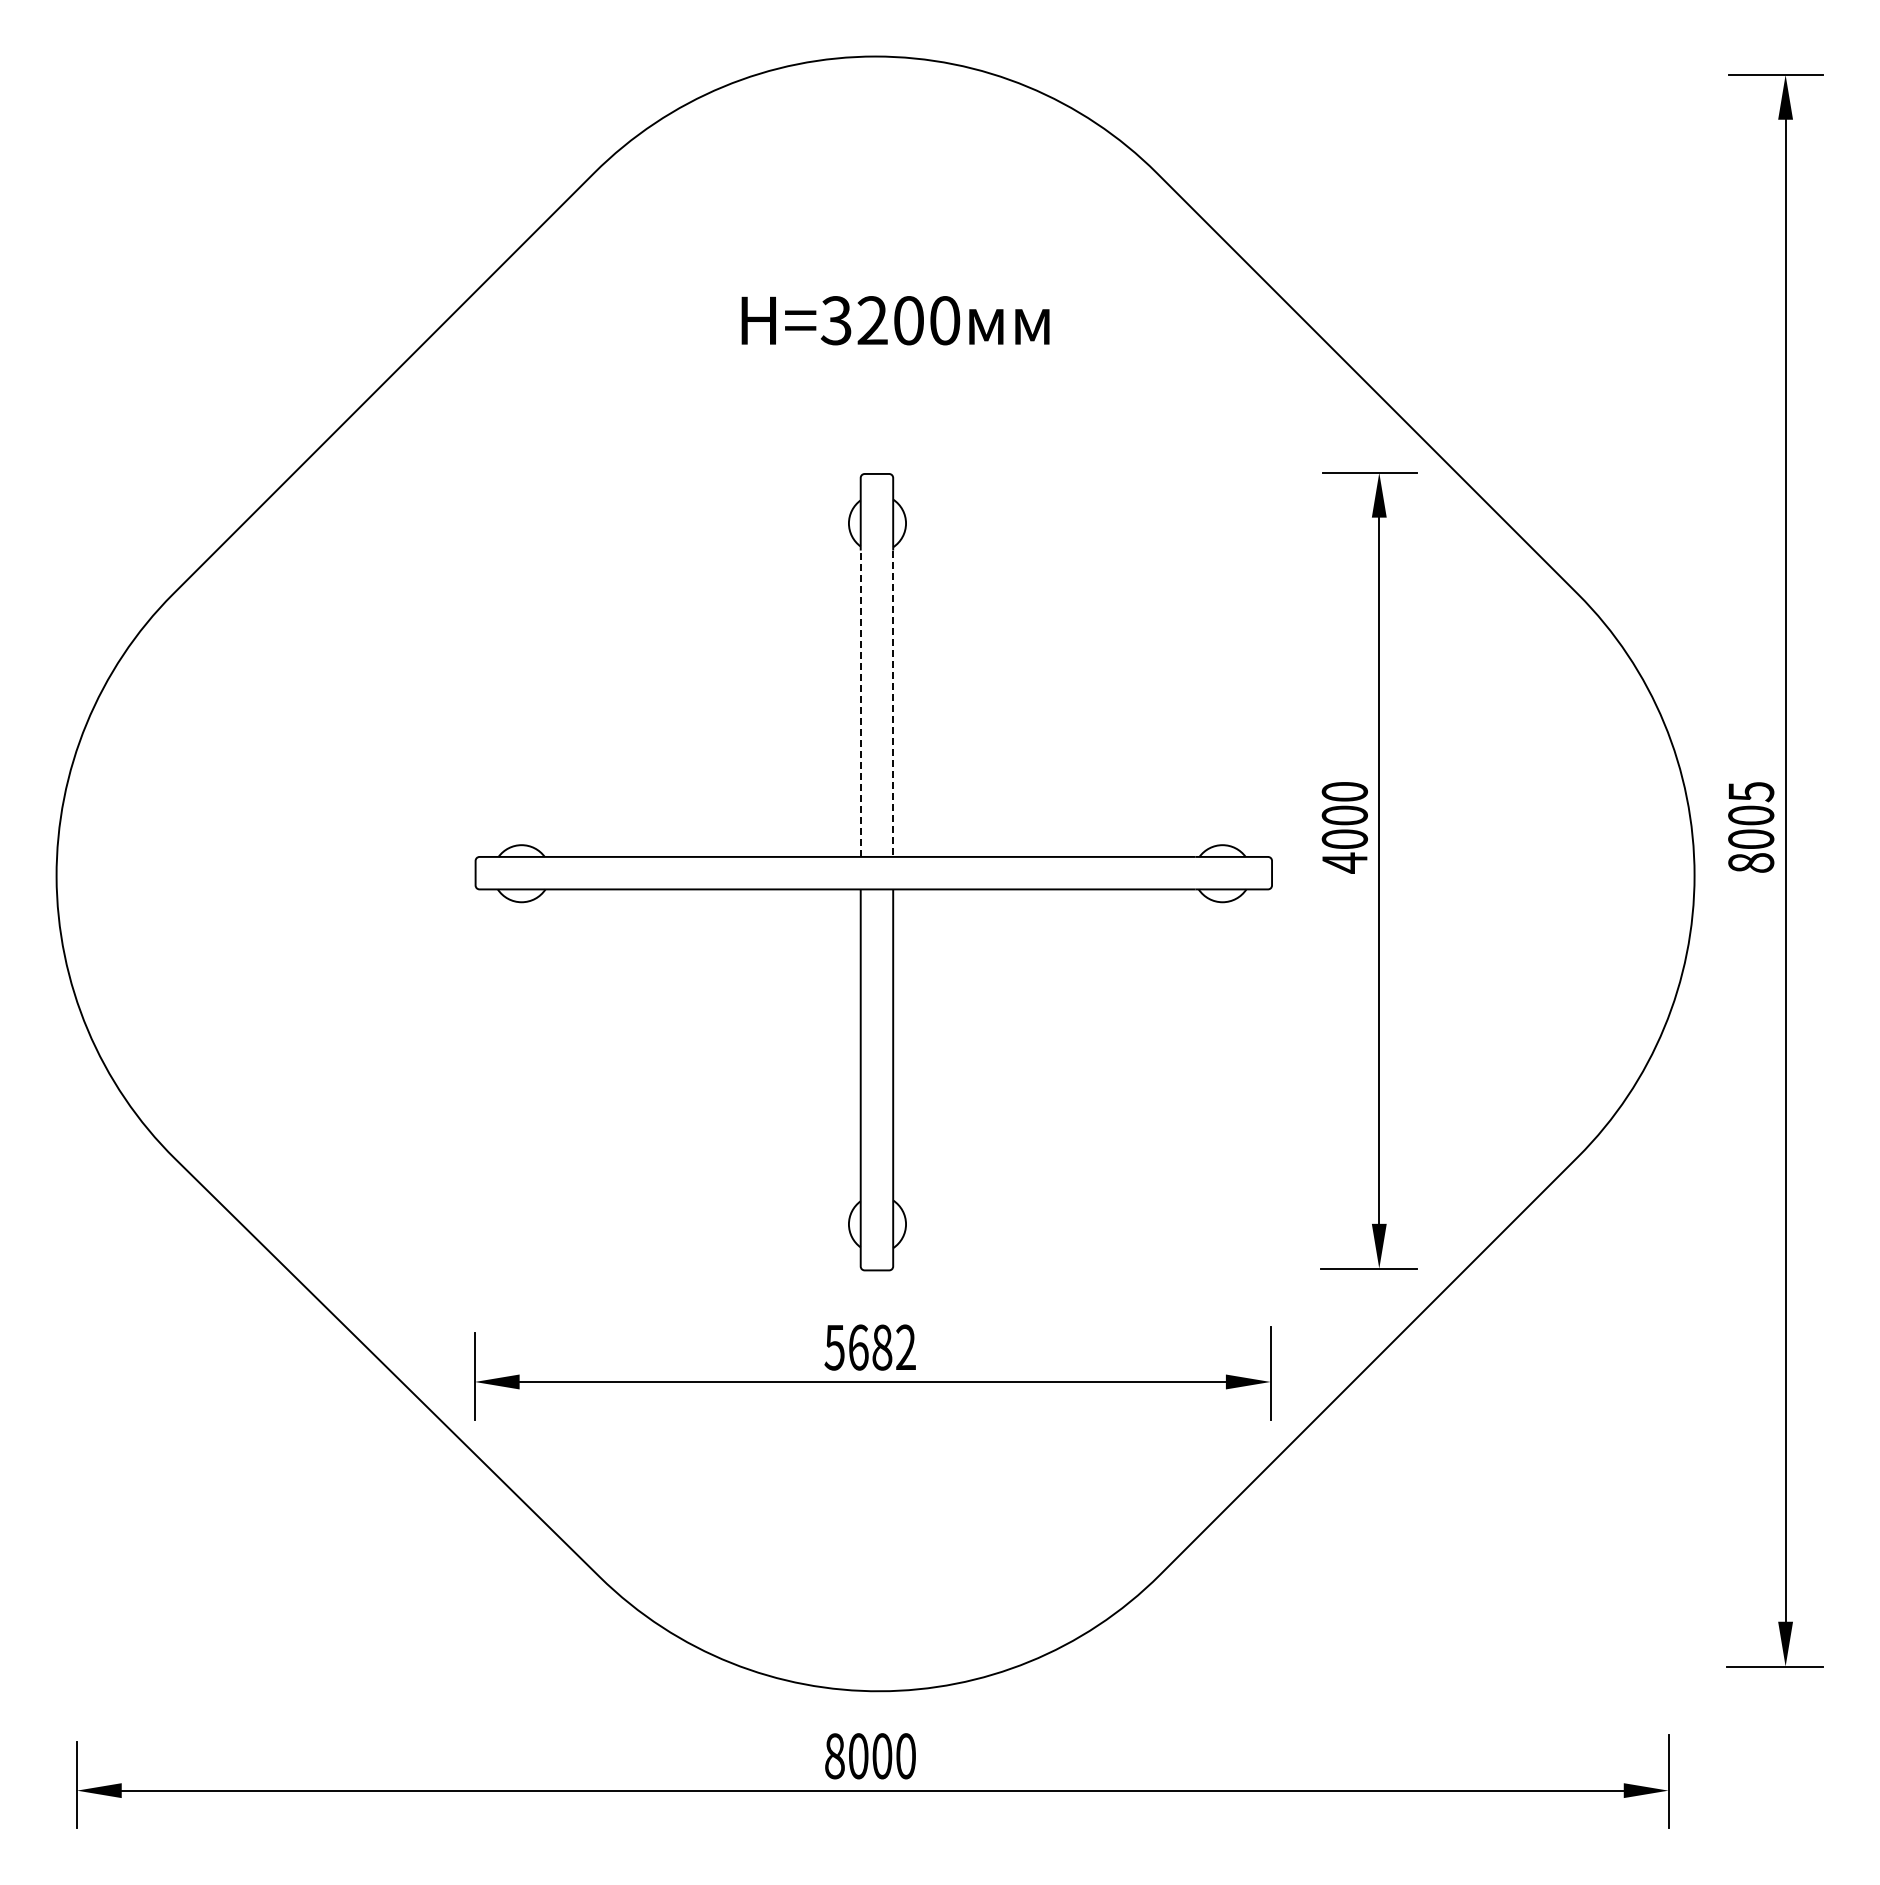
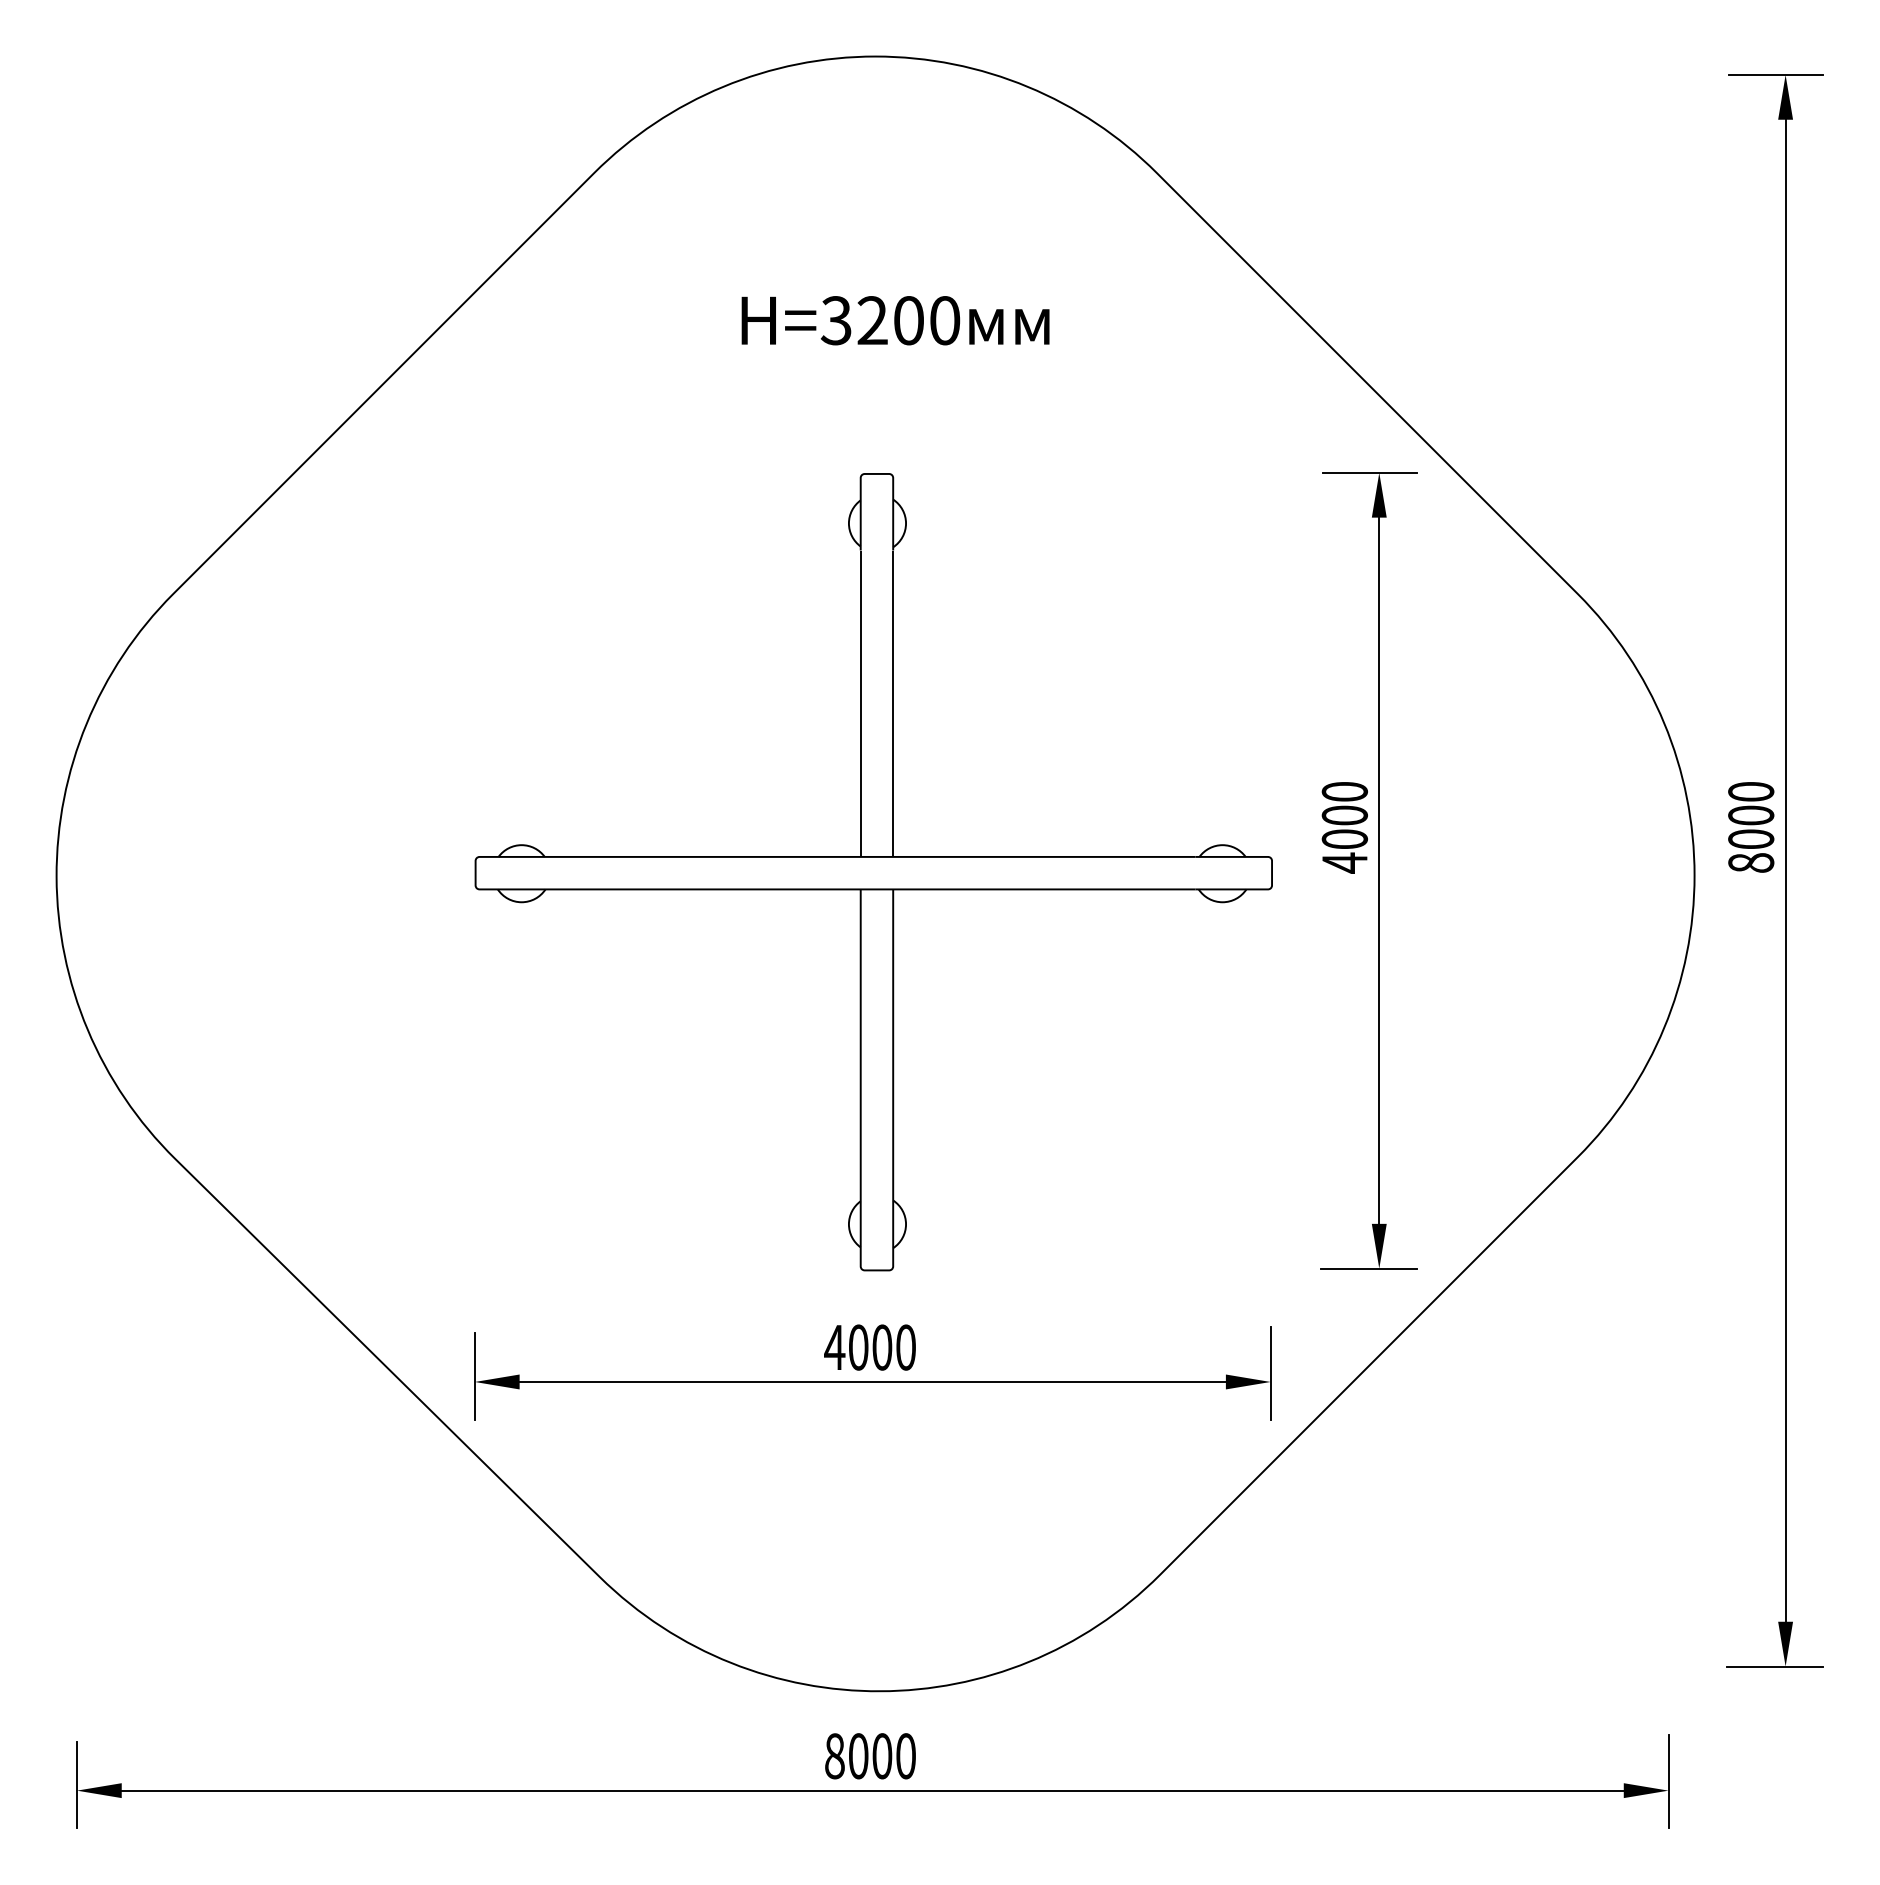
line at (860, 703): dashed -> solid
line at (893, 704): dashed -> solid
text at (1751, 792): 8005 -> 8000
text at (869, 1347): 5682 -> 4000
